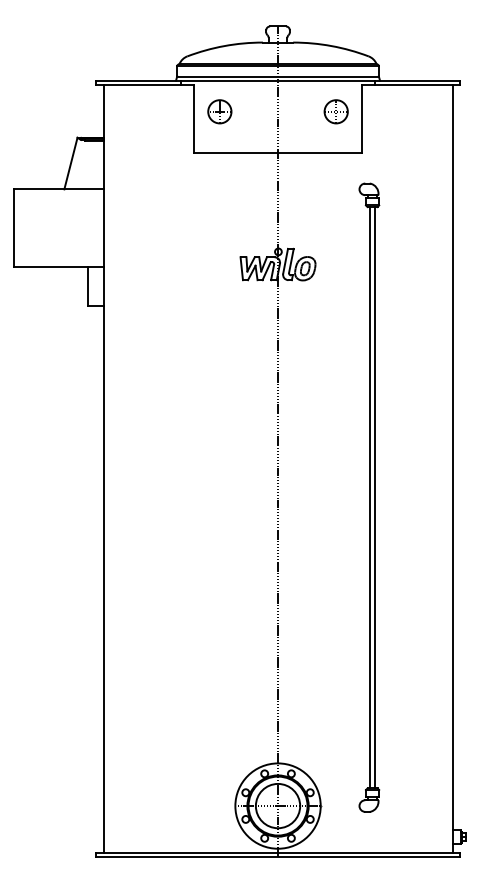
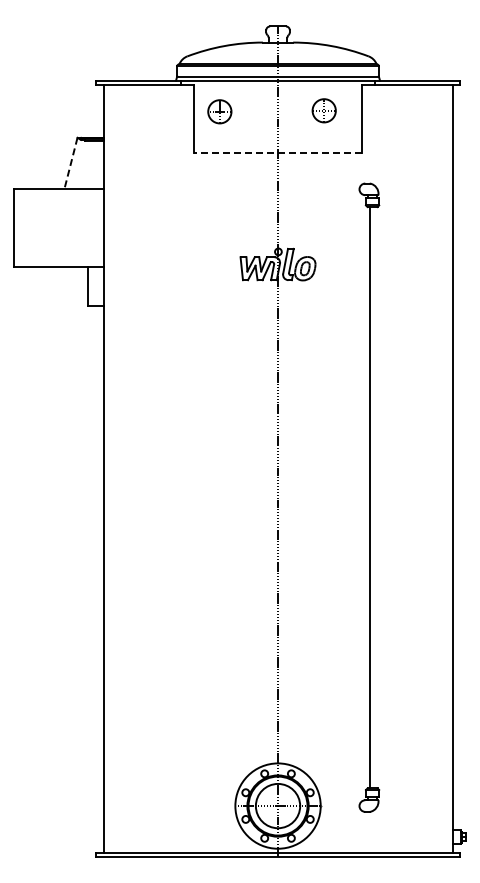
part at (335, 111) position: (335, 111) -> (323, 110)
line at (278, 152): solid -> dashed
line at (70, 163): solid -> dashed
line at (374, 497): present -> none
